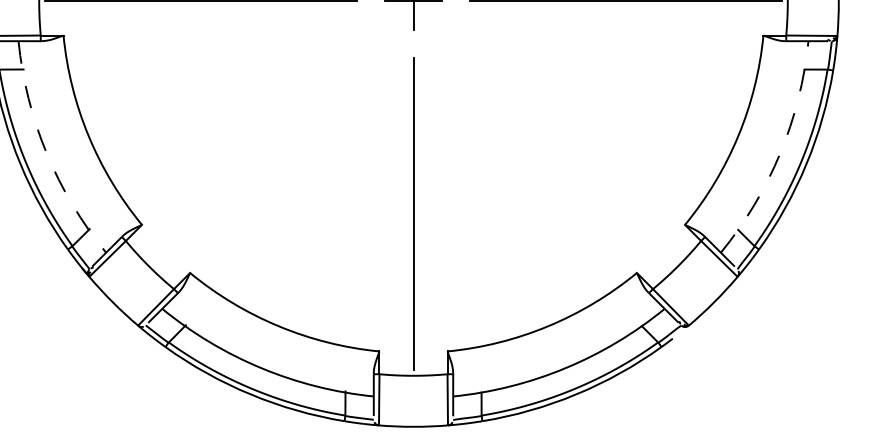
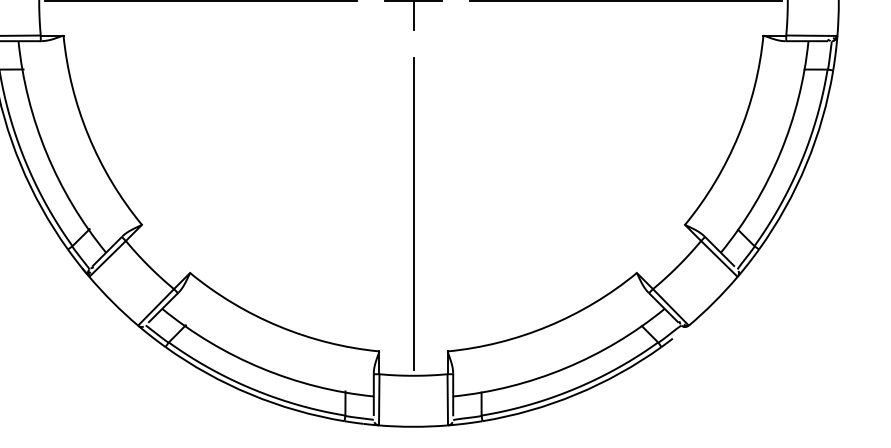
arc at (46, 153): dashed -> solid
arc at (780, 153): dashed -> solid
